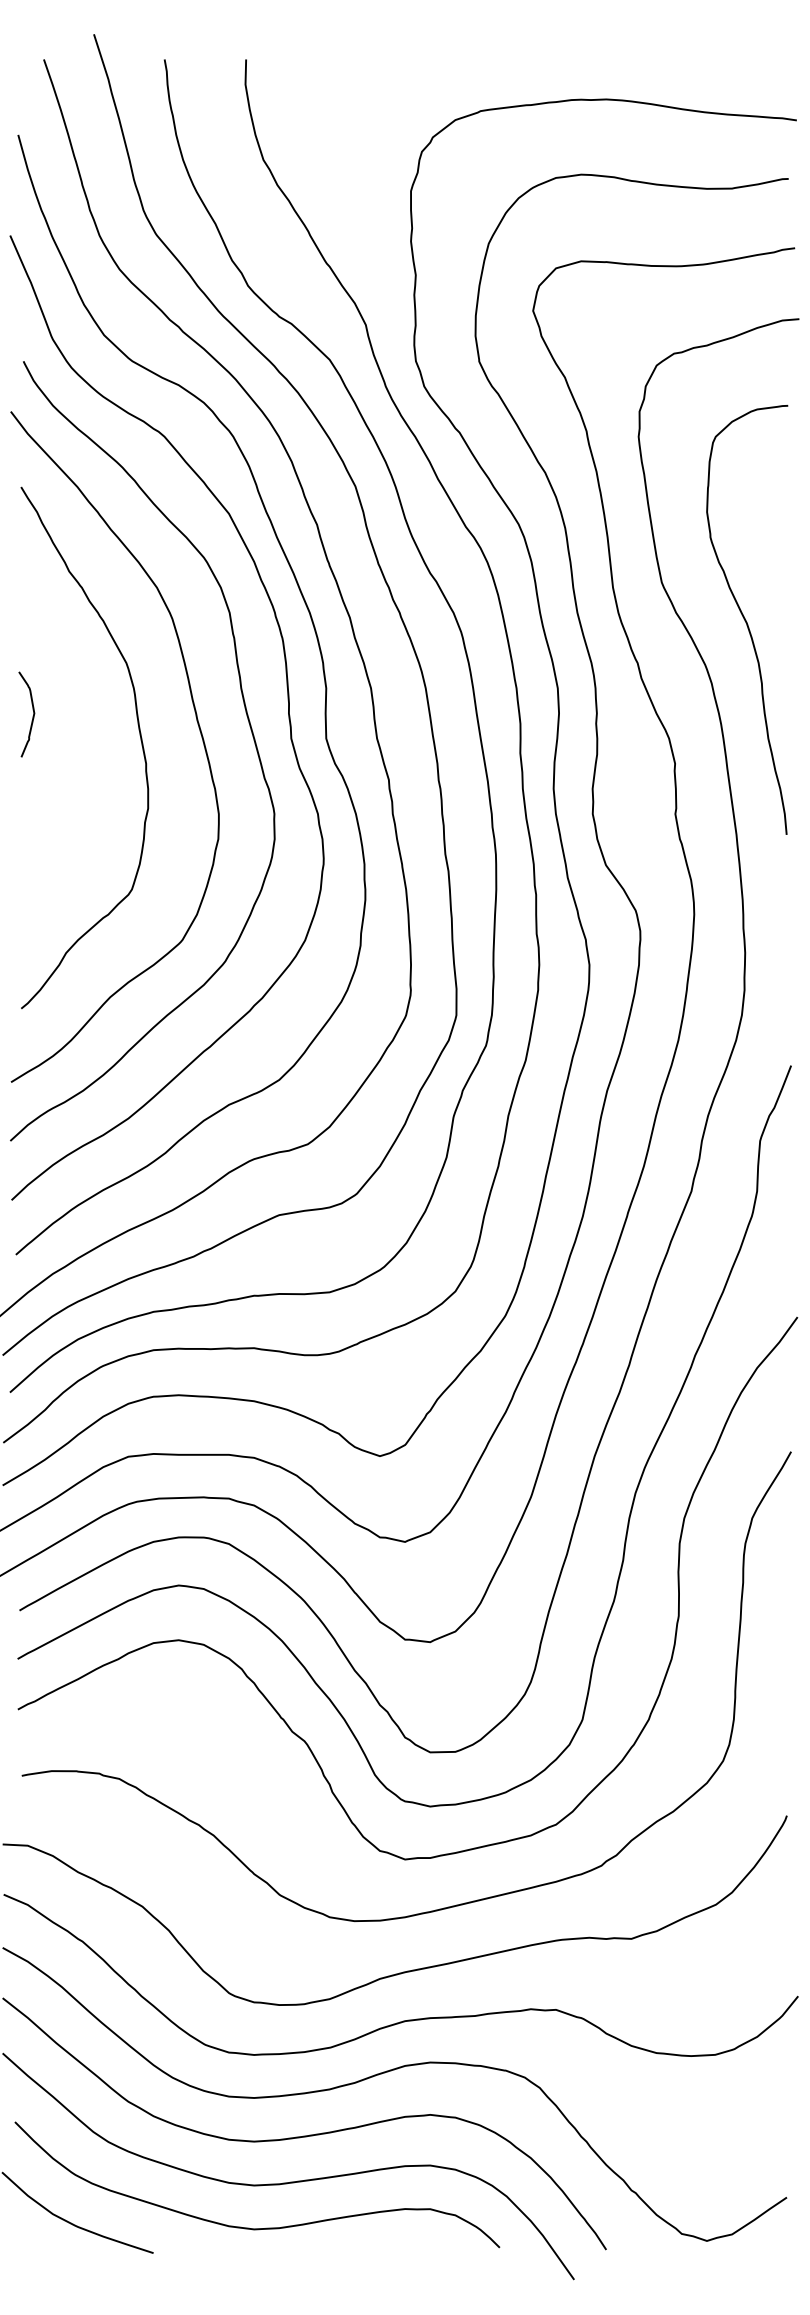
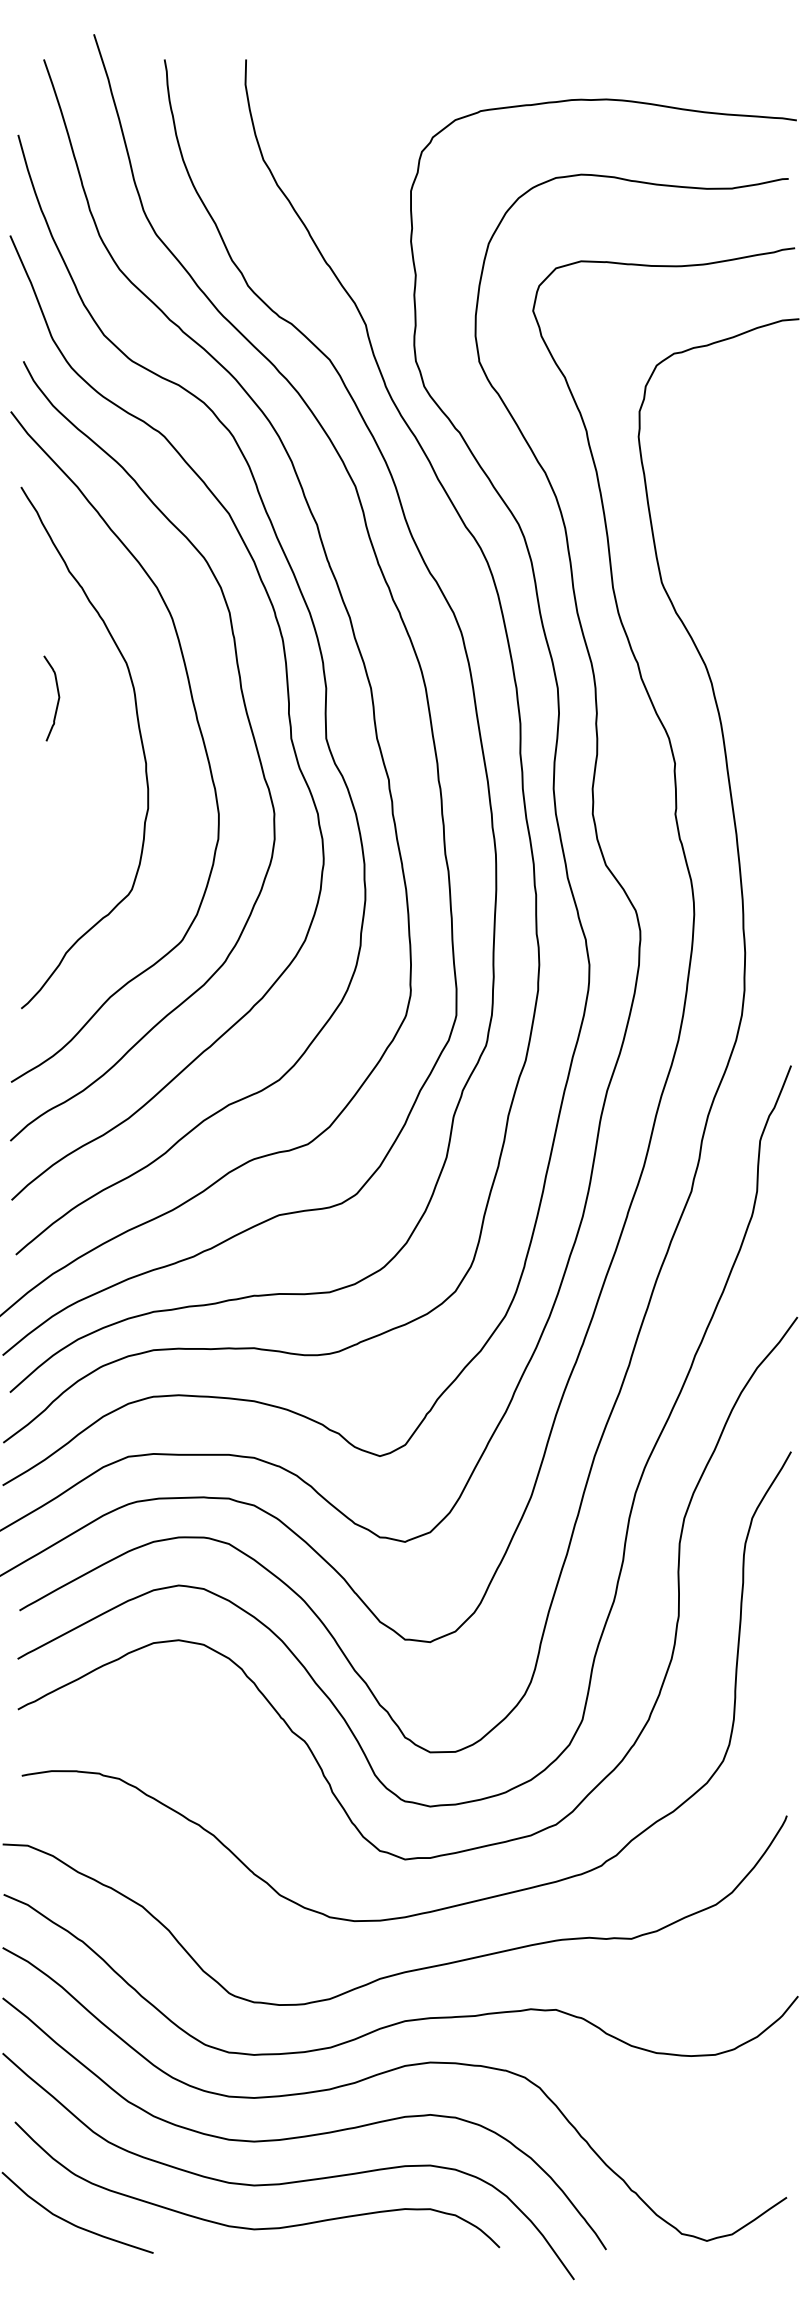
curve at (746, 620): present -> none
curve at (32, 716) position: (32, 716) -> (57, 700)
